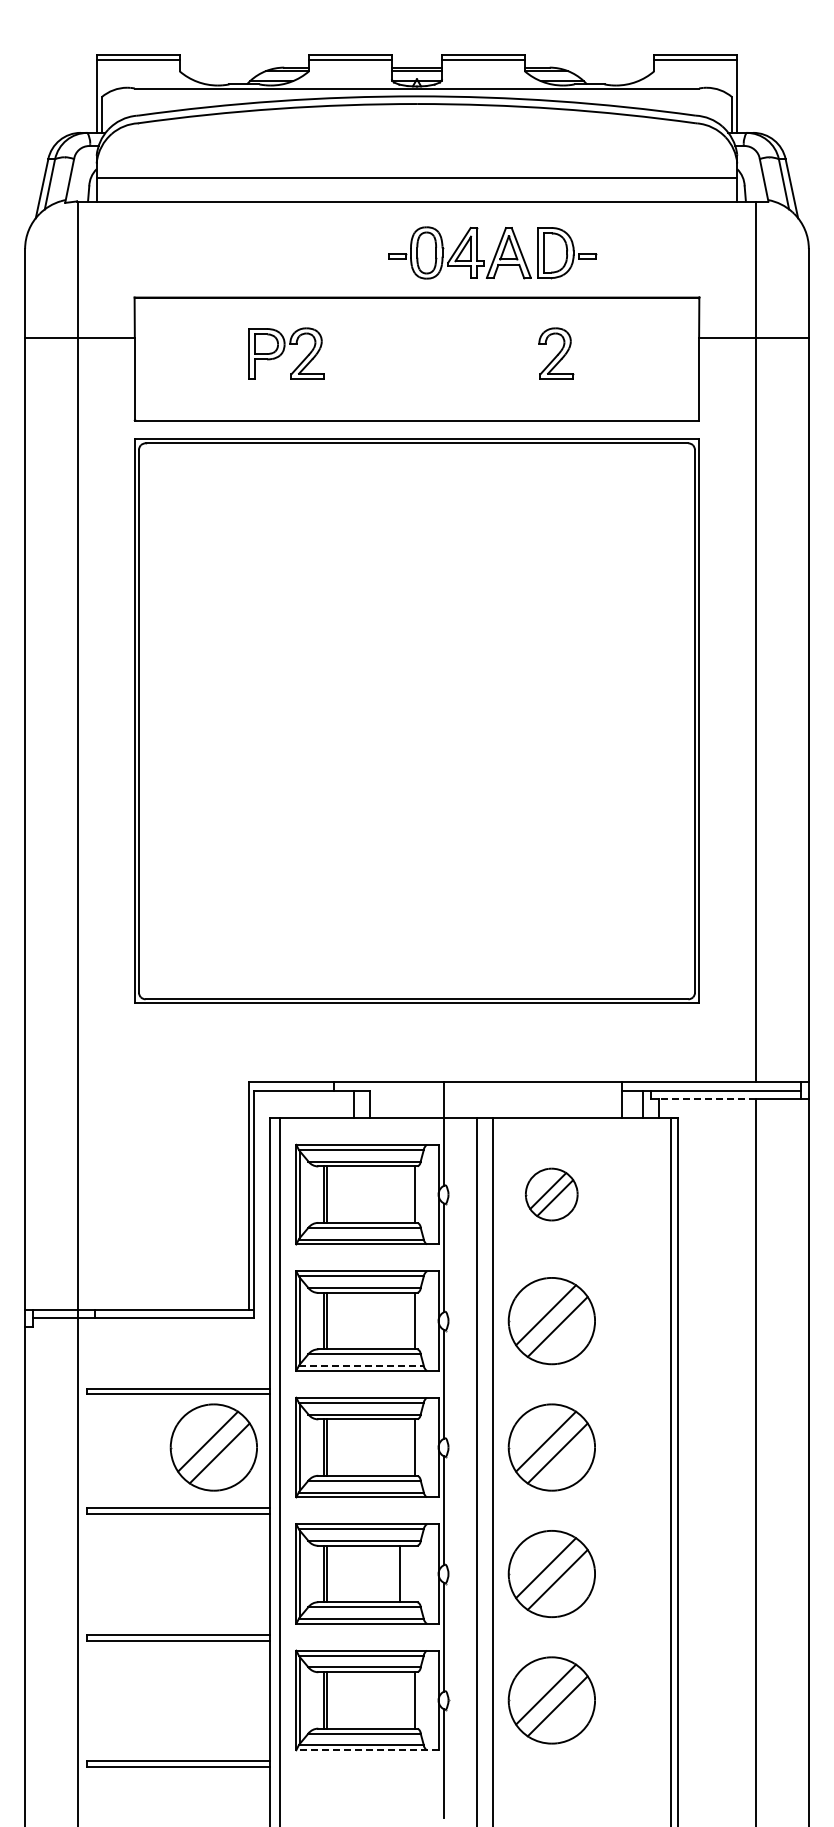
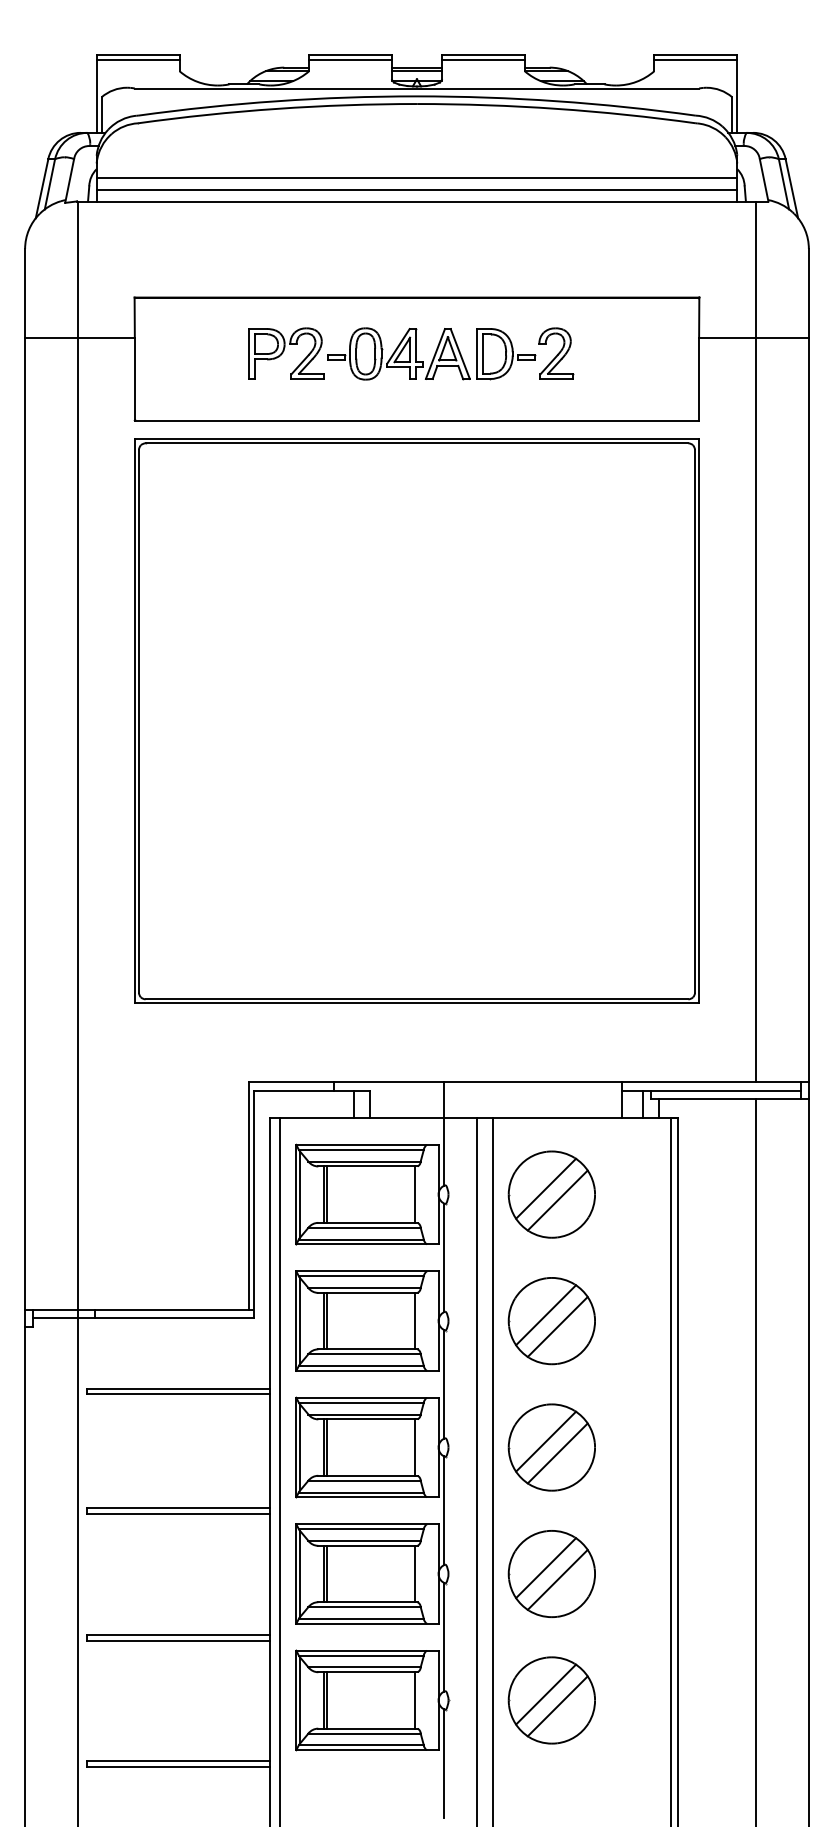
line at (416, 190): none -> present
part at (492, 252) position: (492, 252) -> (431, 353)
line at (707, 1099): dashed -> solid
part at (551, 1194) size: 54x55 px -> 89x89 px
line at (361, 1366): dashed -> solid
part at (213, 1447): present -> none
line at (399, 1573) position: (399, 1573) -> (414, 1573)
line at (366, 1750): dashed -> solid
